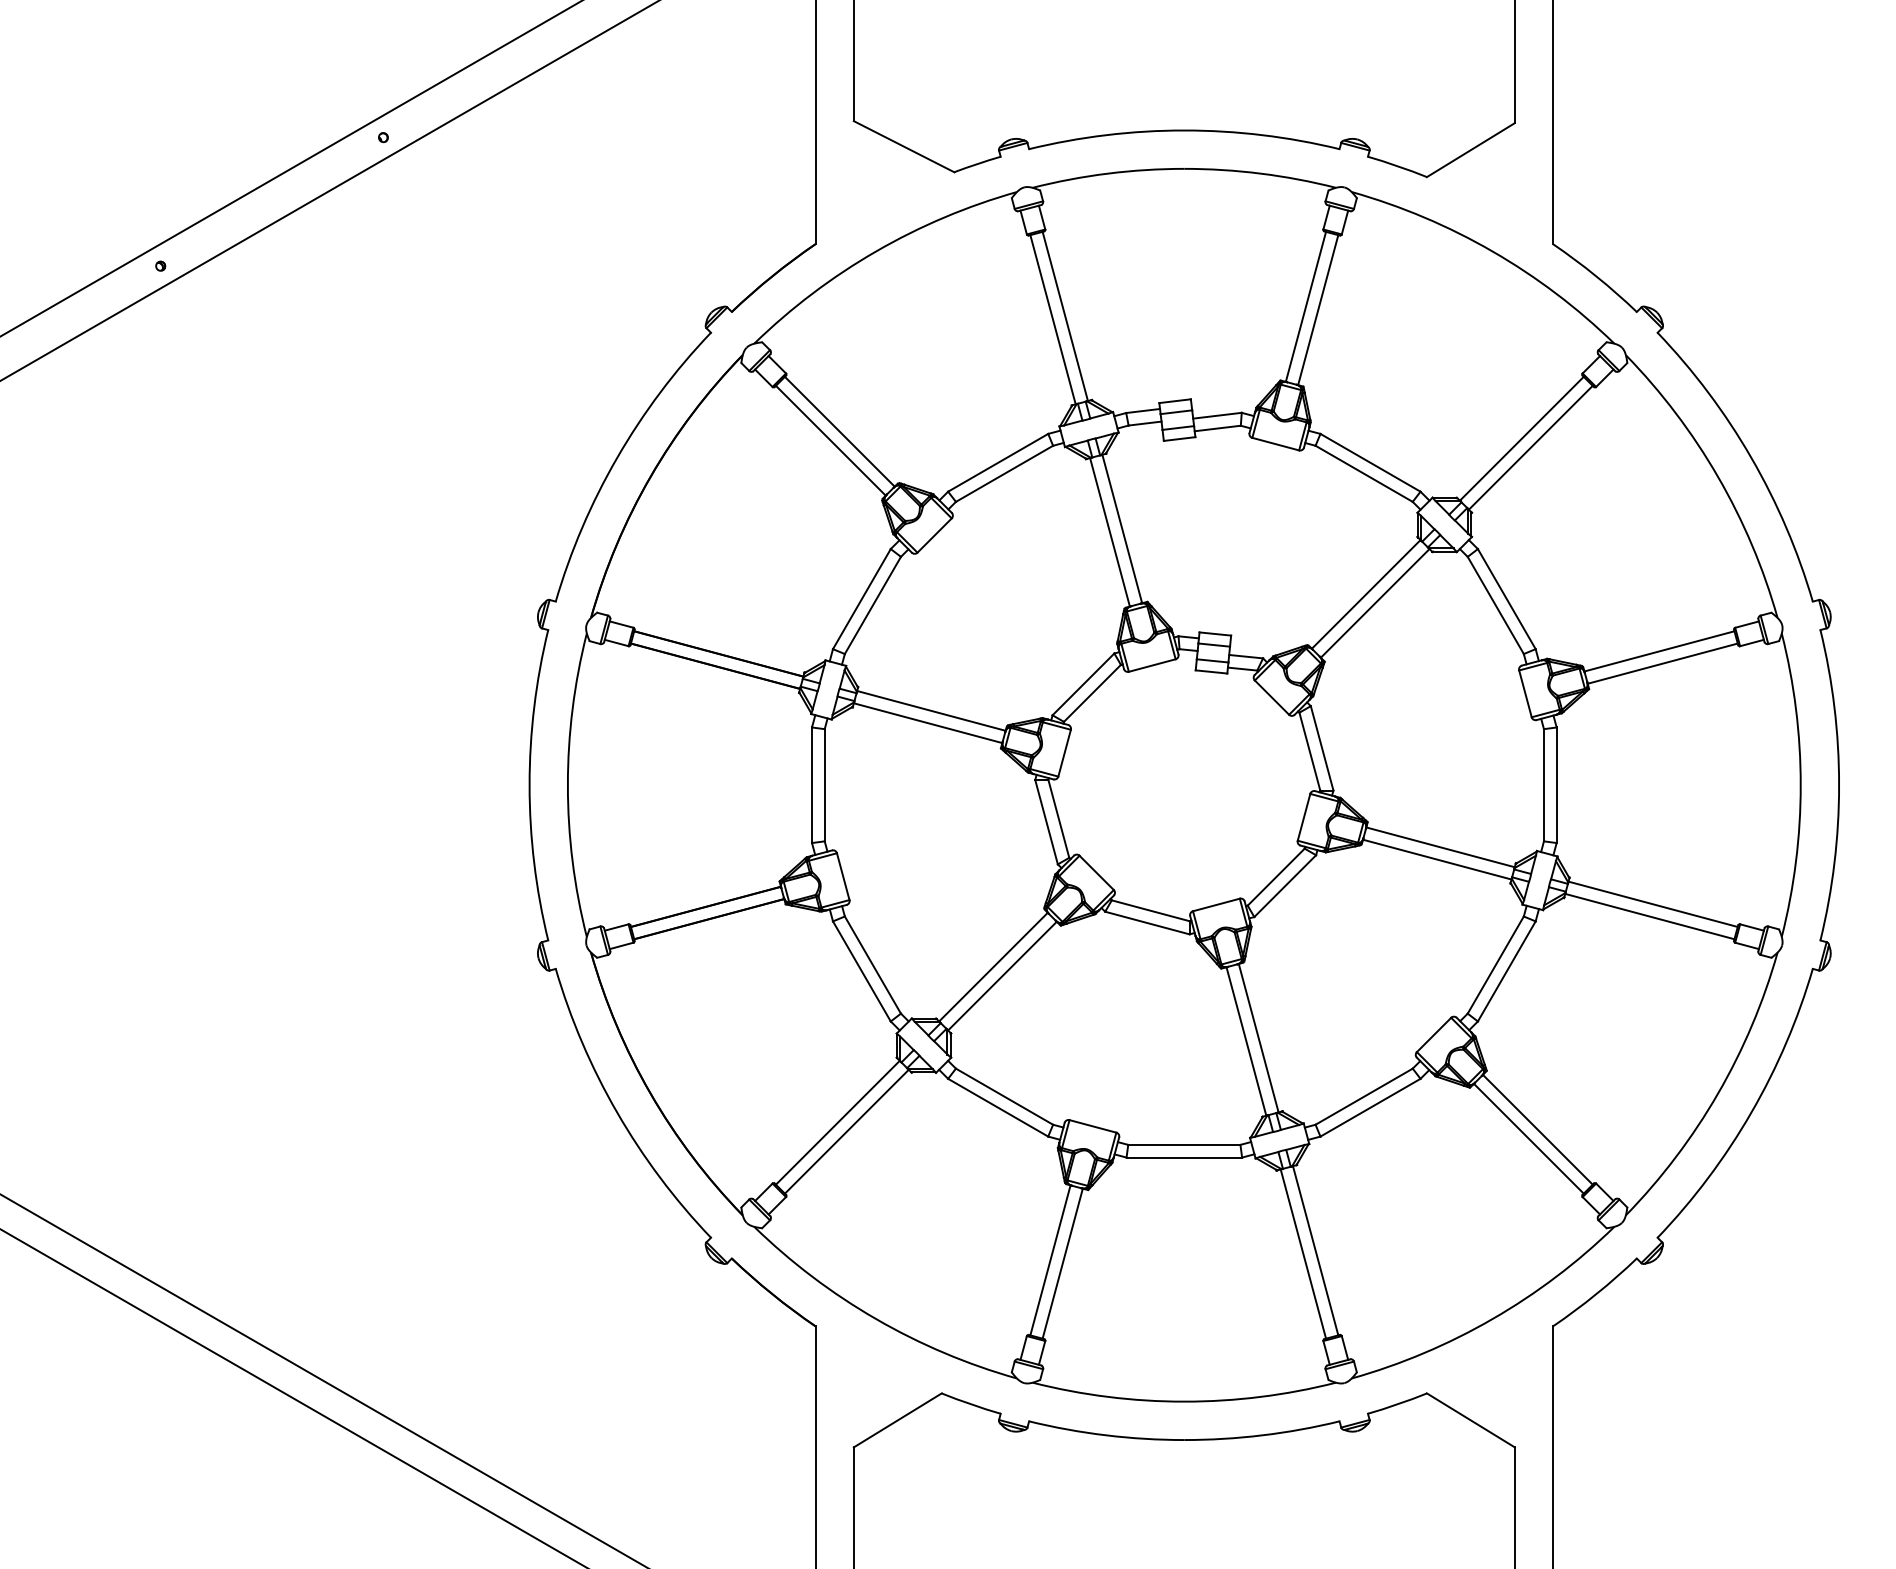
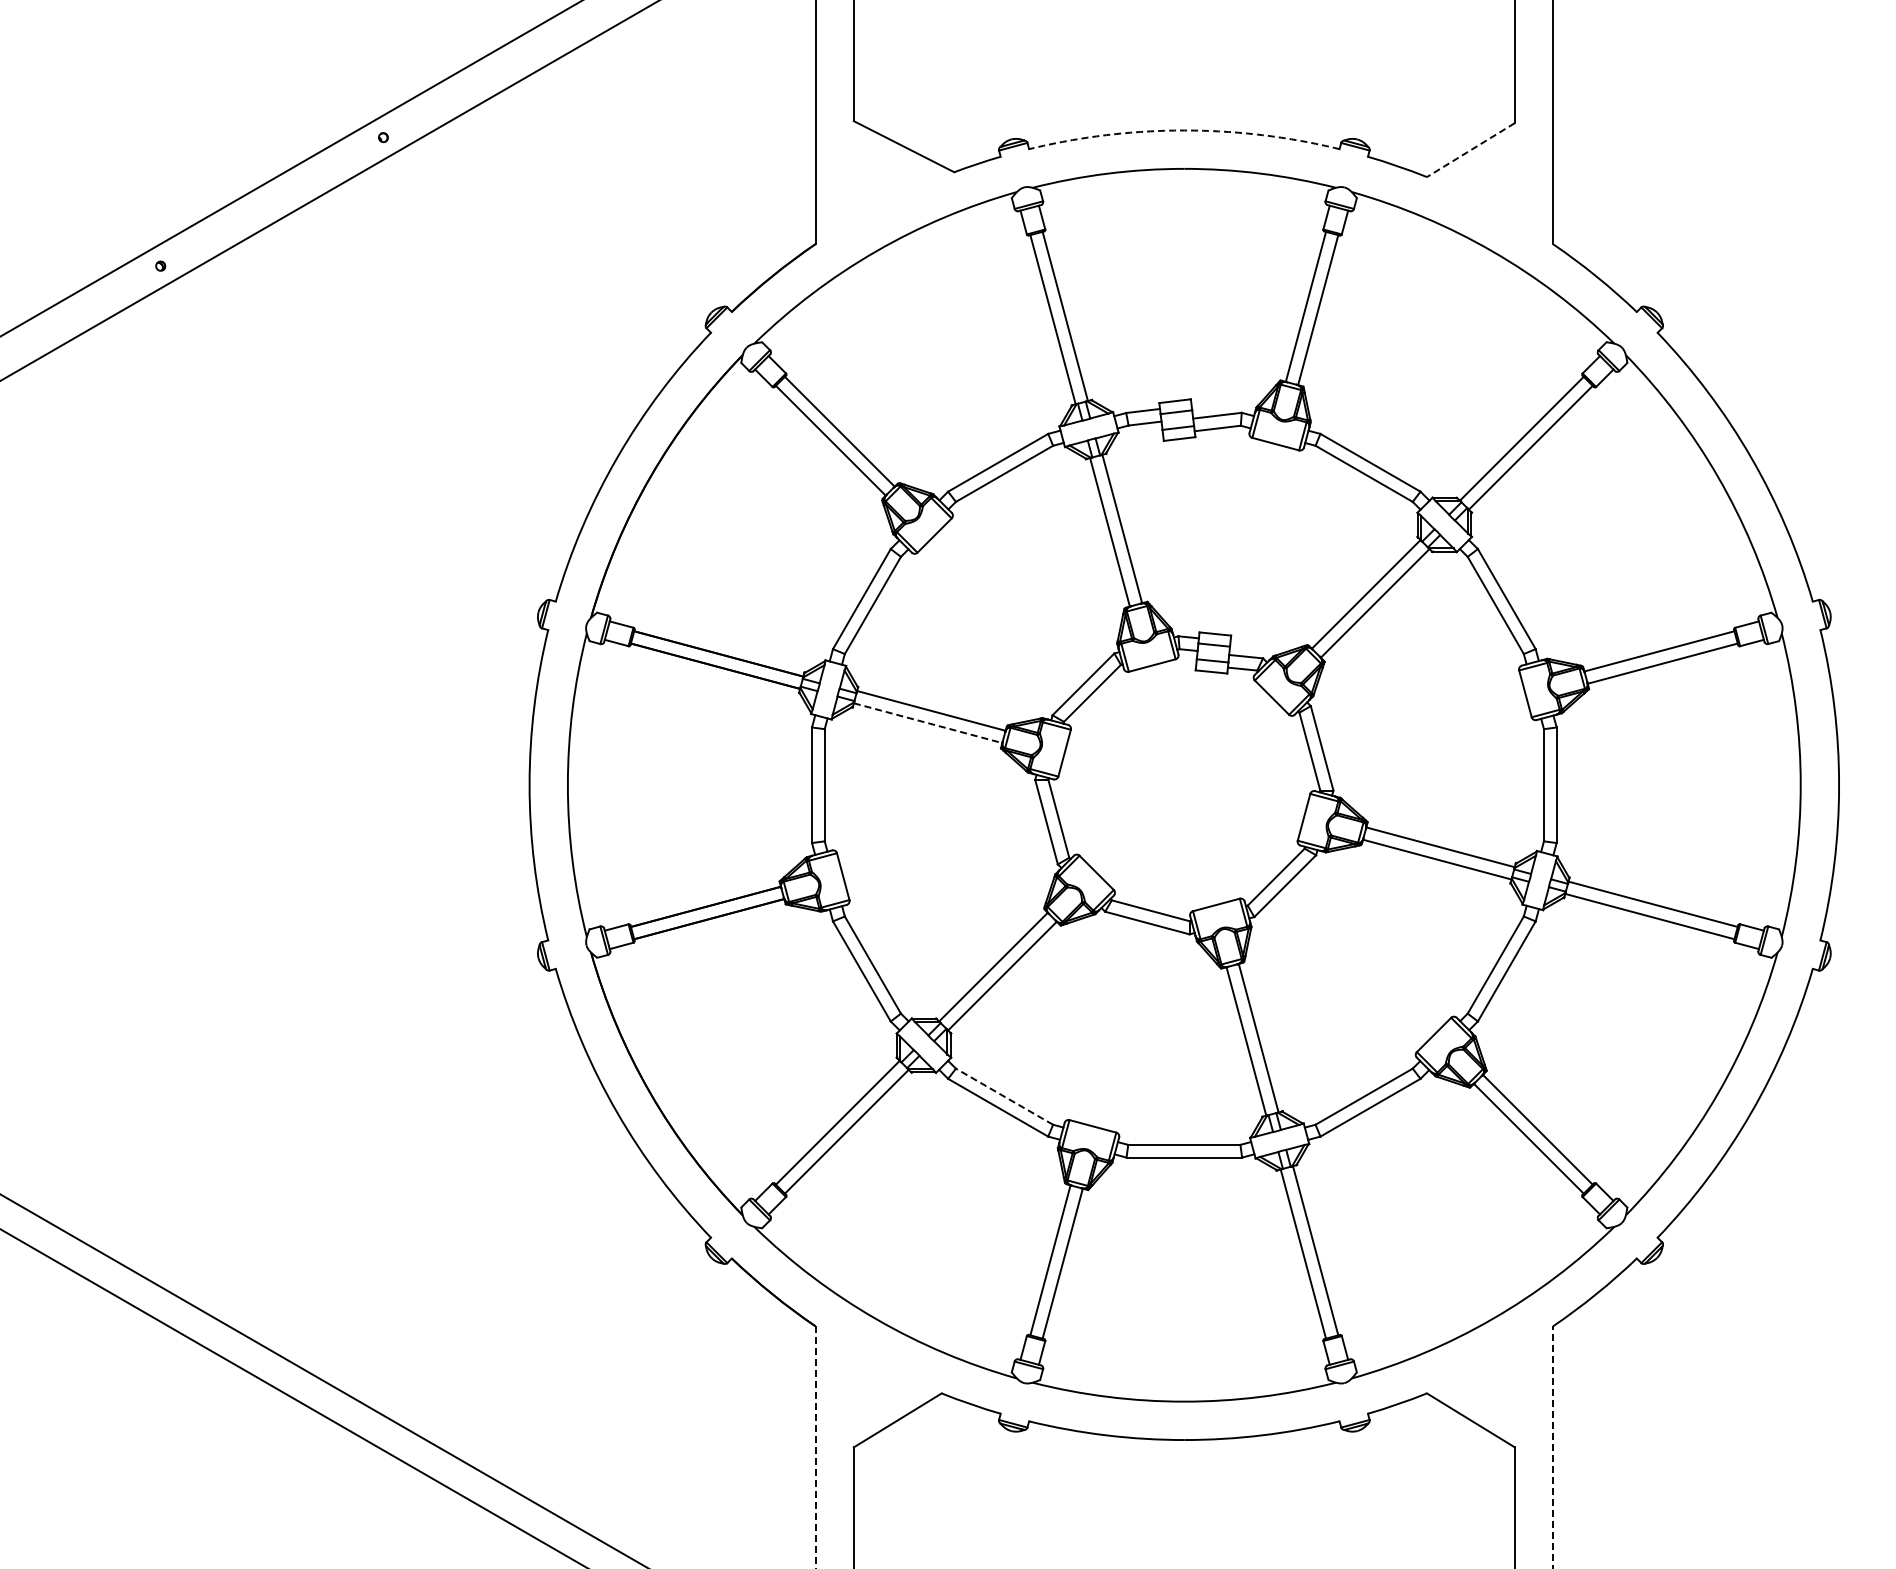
arc at (1184, 130): solid -> dashed
line at (1470, 150): solid -> dashed
line at (928, 723): solid -> dashed
line at (1004, 1096): solid -> dashed
line at (815, 1447): solid -> dashed
line at (1553, 1447): solid -> dashed
